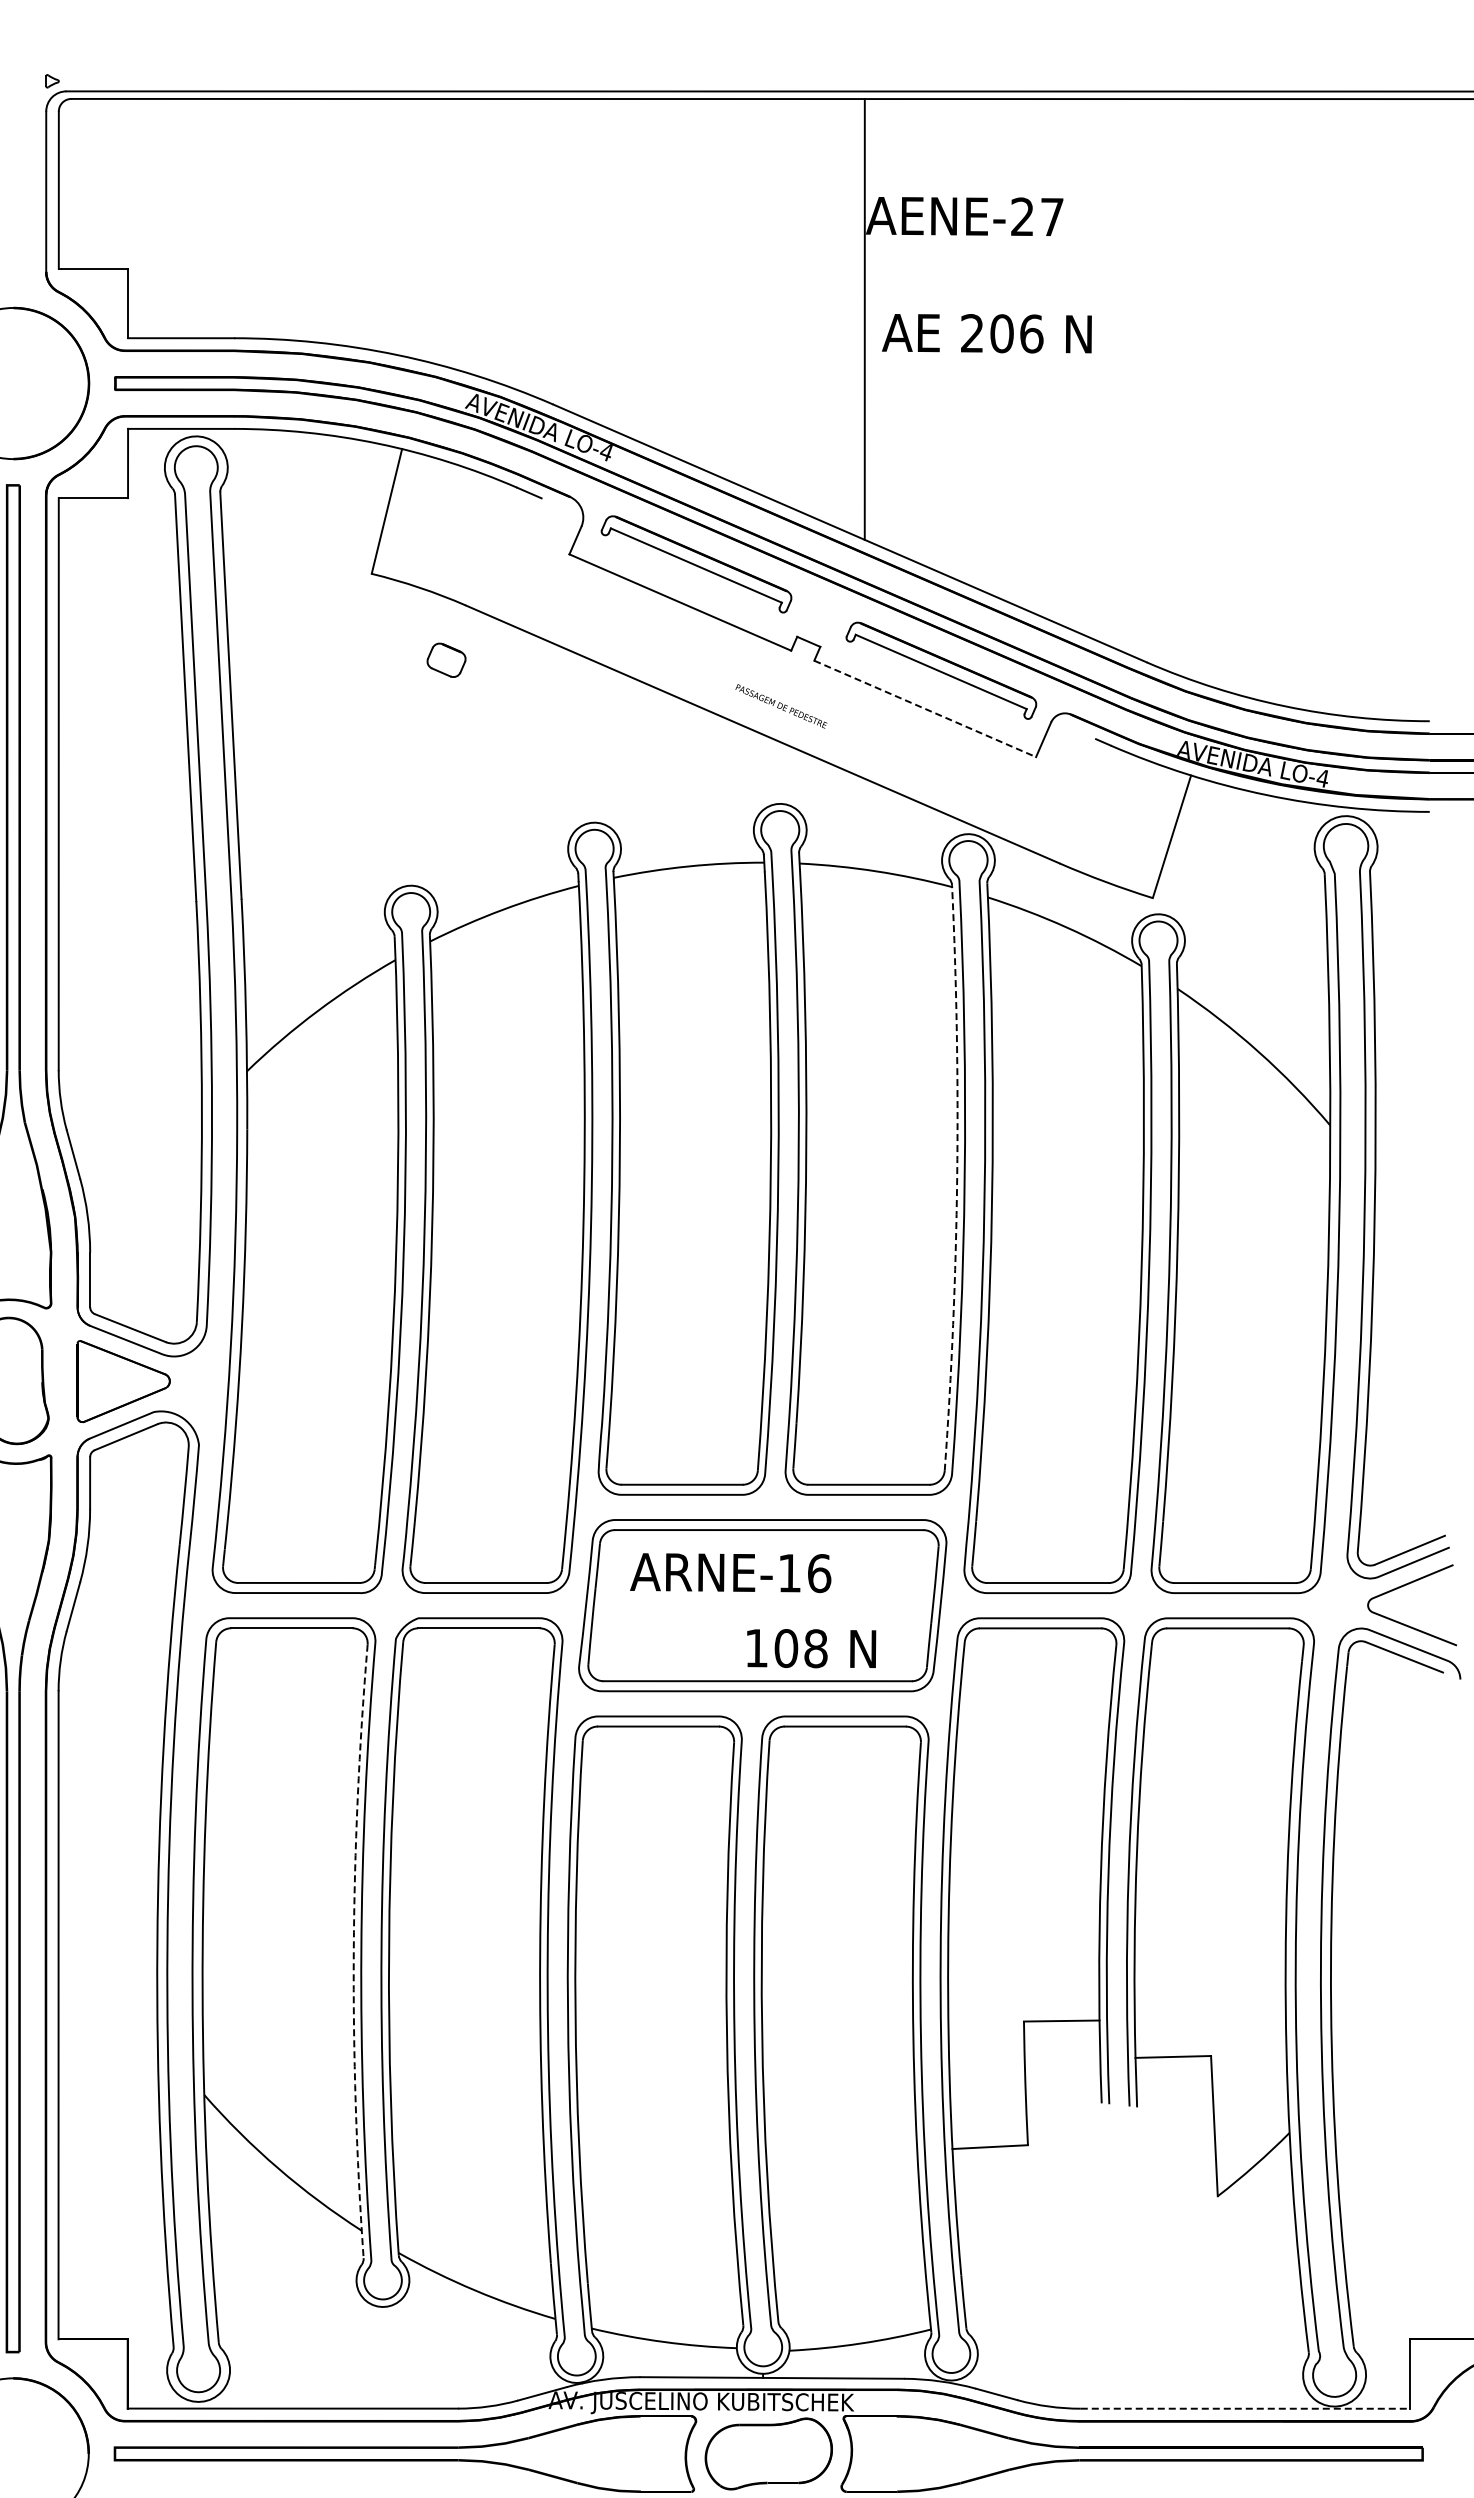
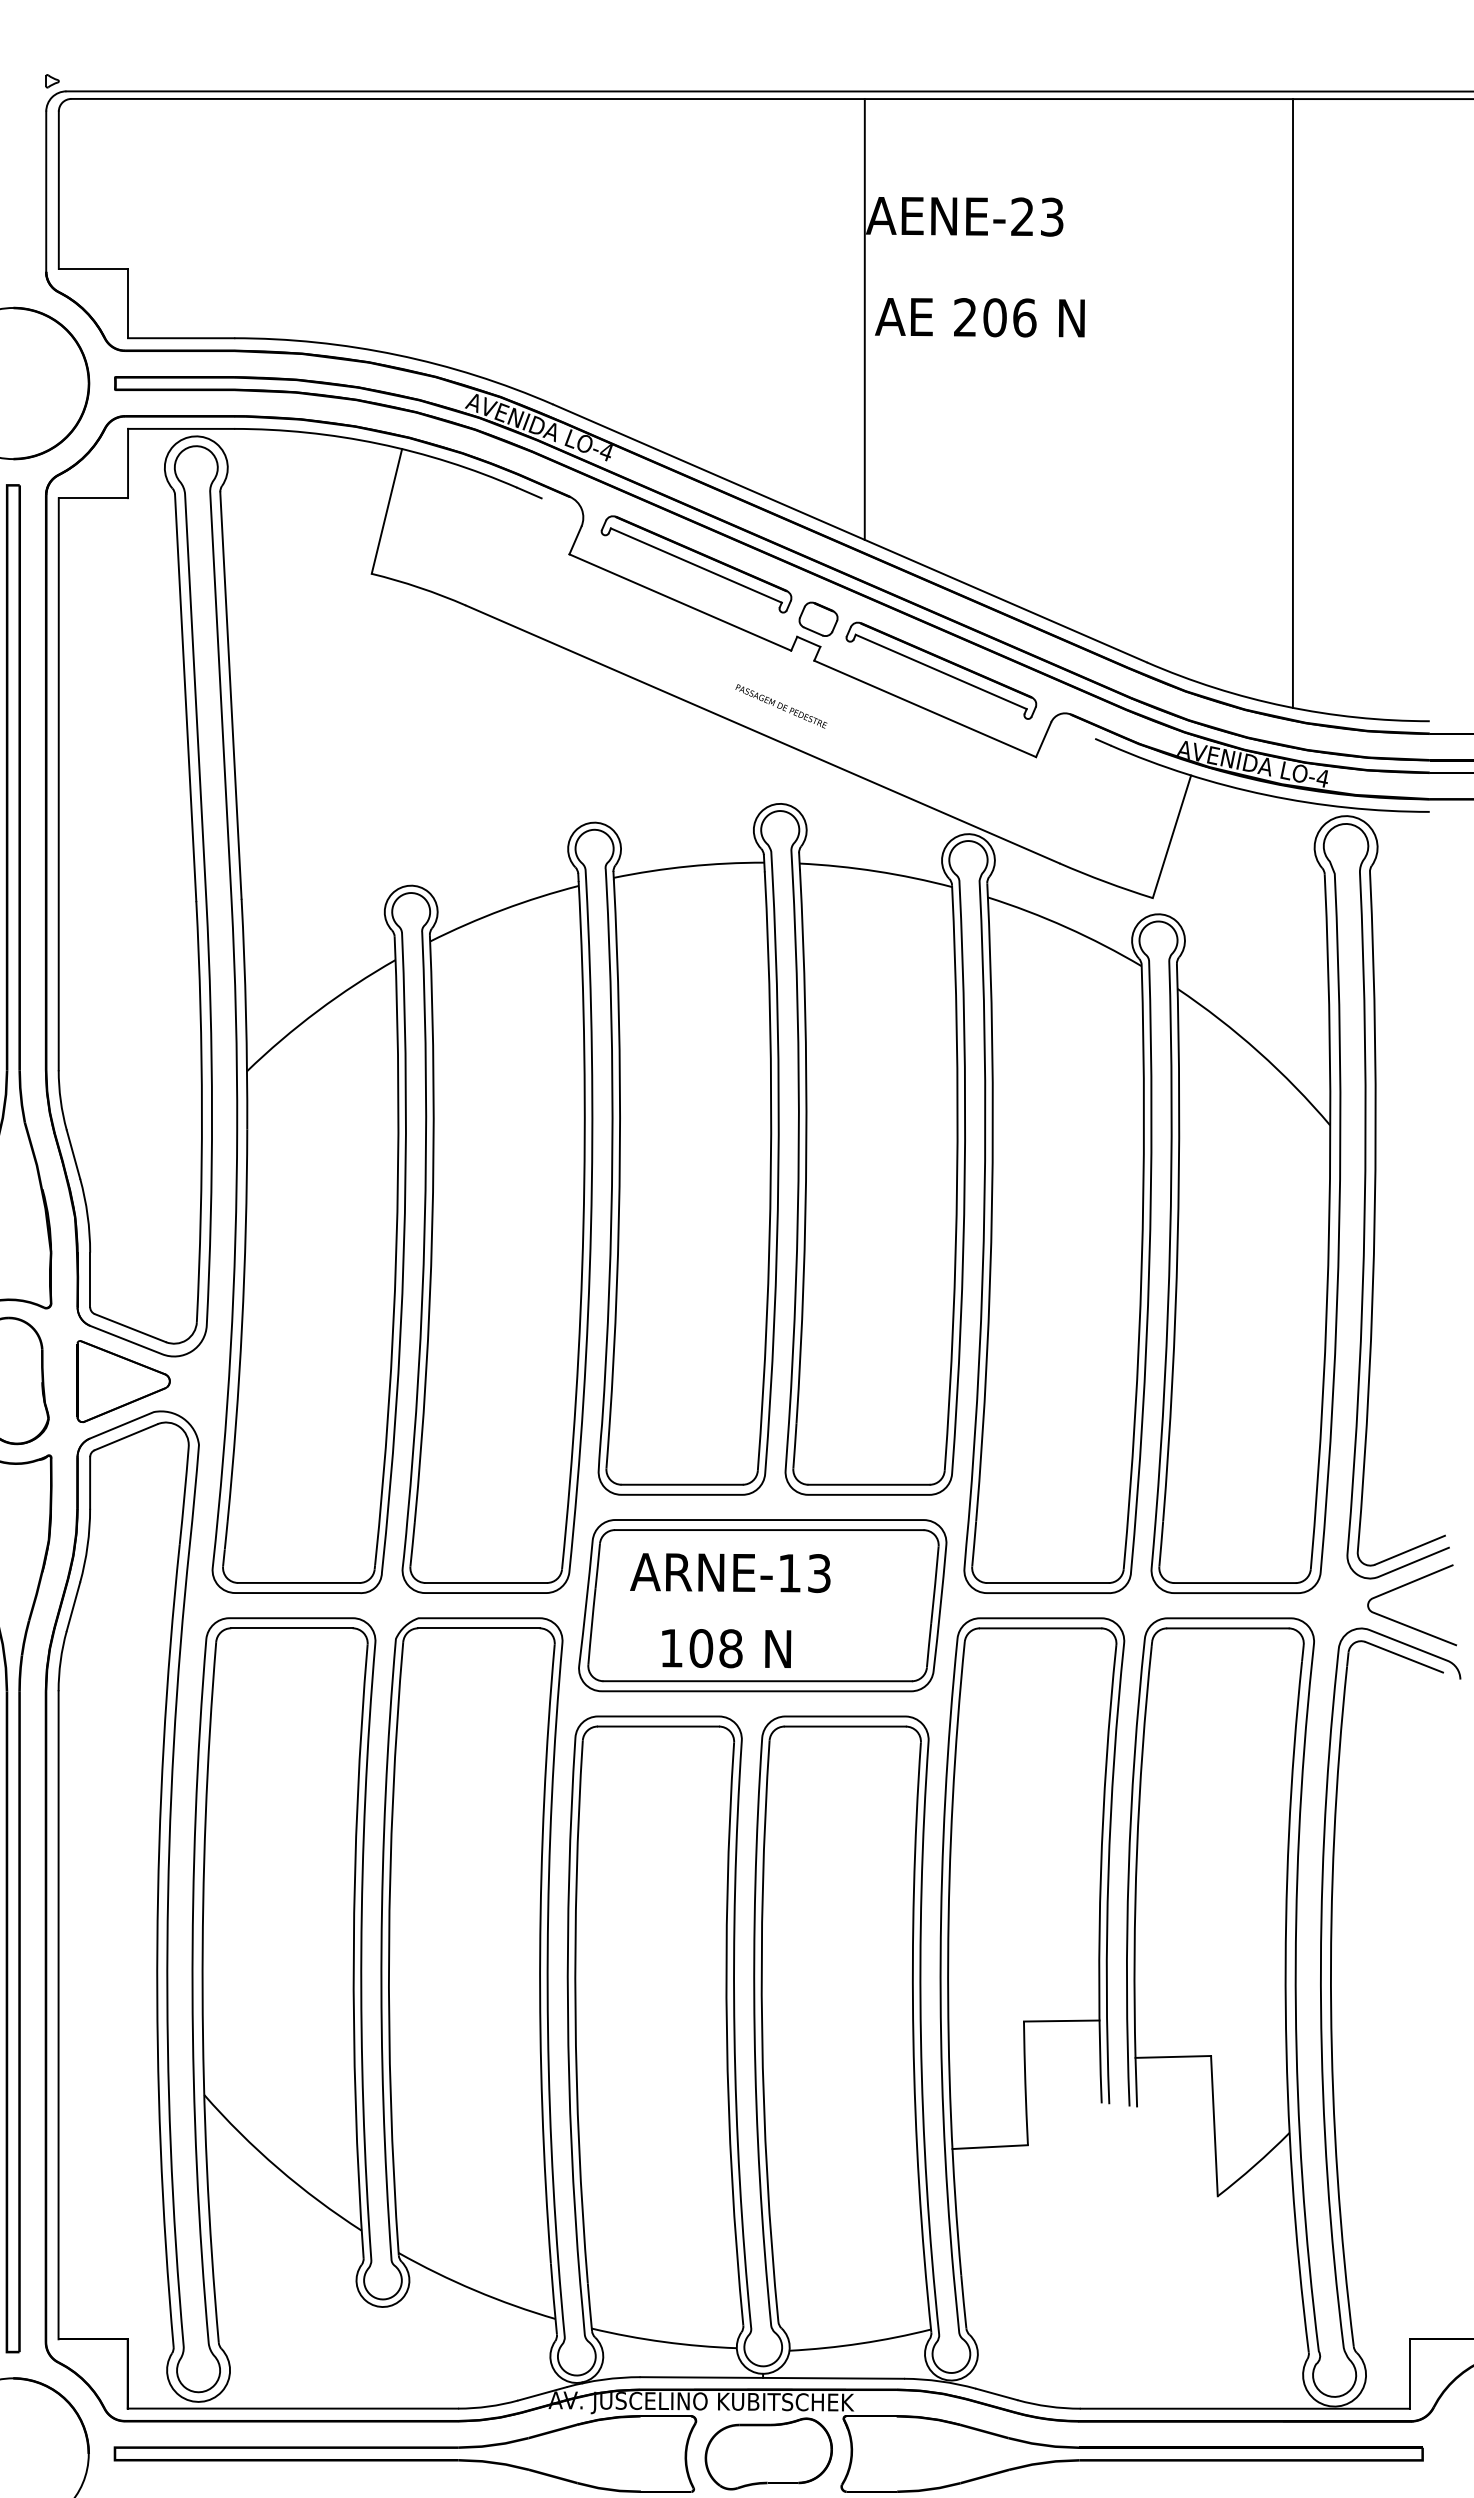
text at (1052, 216): AENE-27 -> AENE-23
text at (986, 333) position: (986, 333) -> (979, 317)
line at (1292, 403): none -> present
part at (446, 659) position: (446, 659) -> (818, 618)
line at (925, 708): dashed -> solid
arc at (957, 1178): dashed -> solid
text at (819, 1573): ARNE-16 -> ARNE-13
text at (811, 1648) position: (811, 1648) -> (726, 1648)
arc at (353, 1951): dashed -> solid
line at (1245, 2408): dashed -> solid
